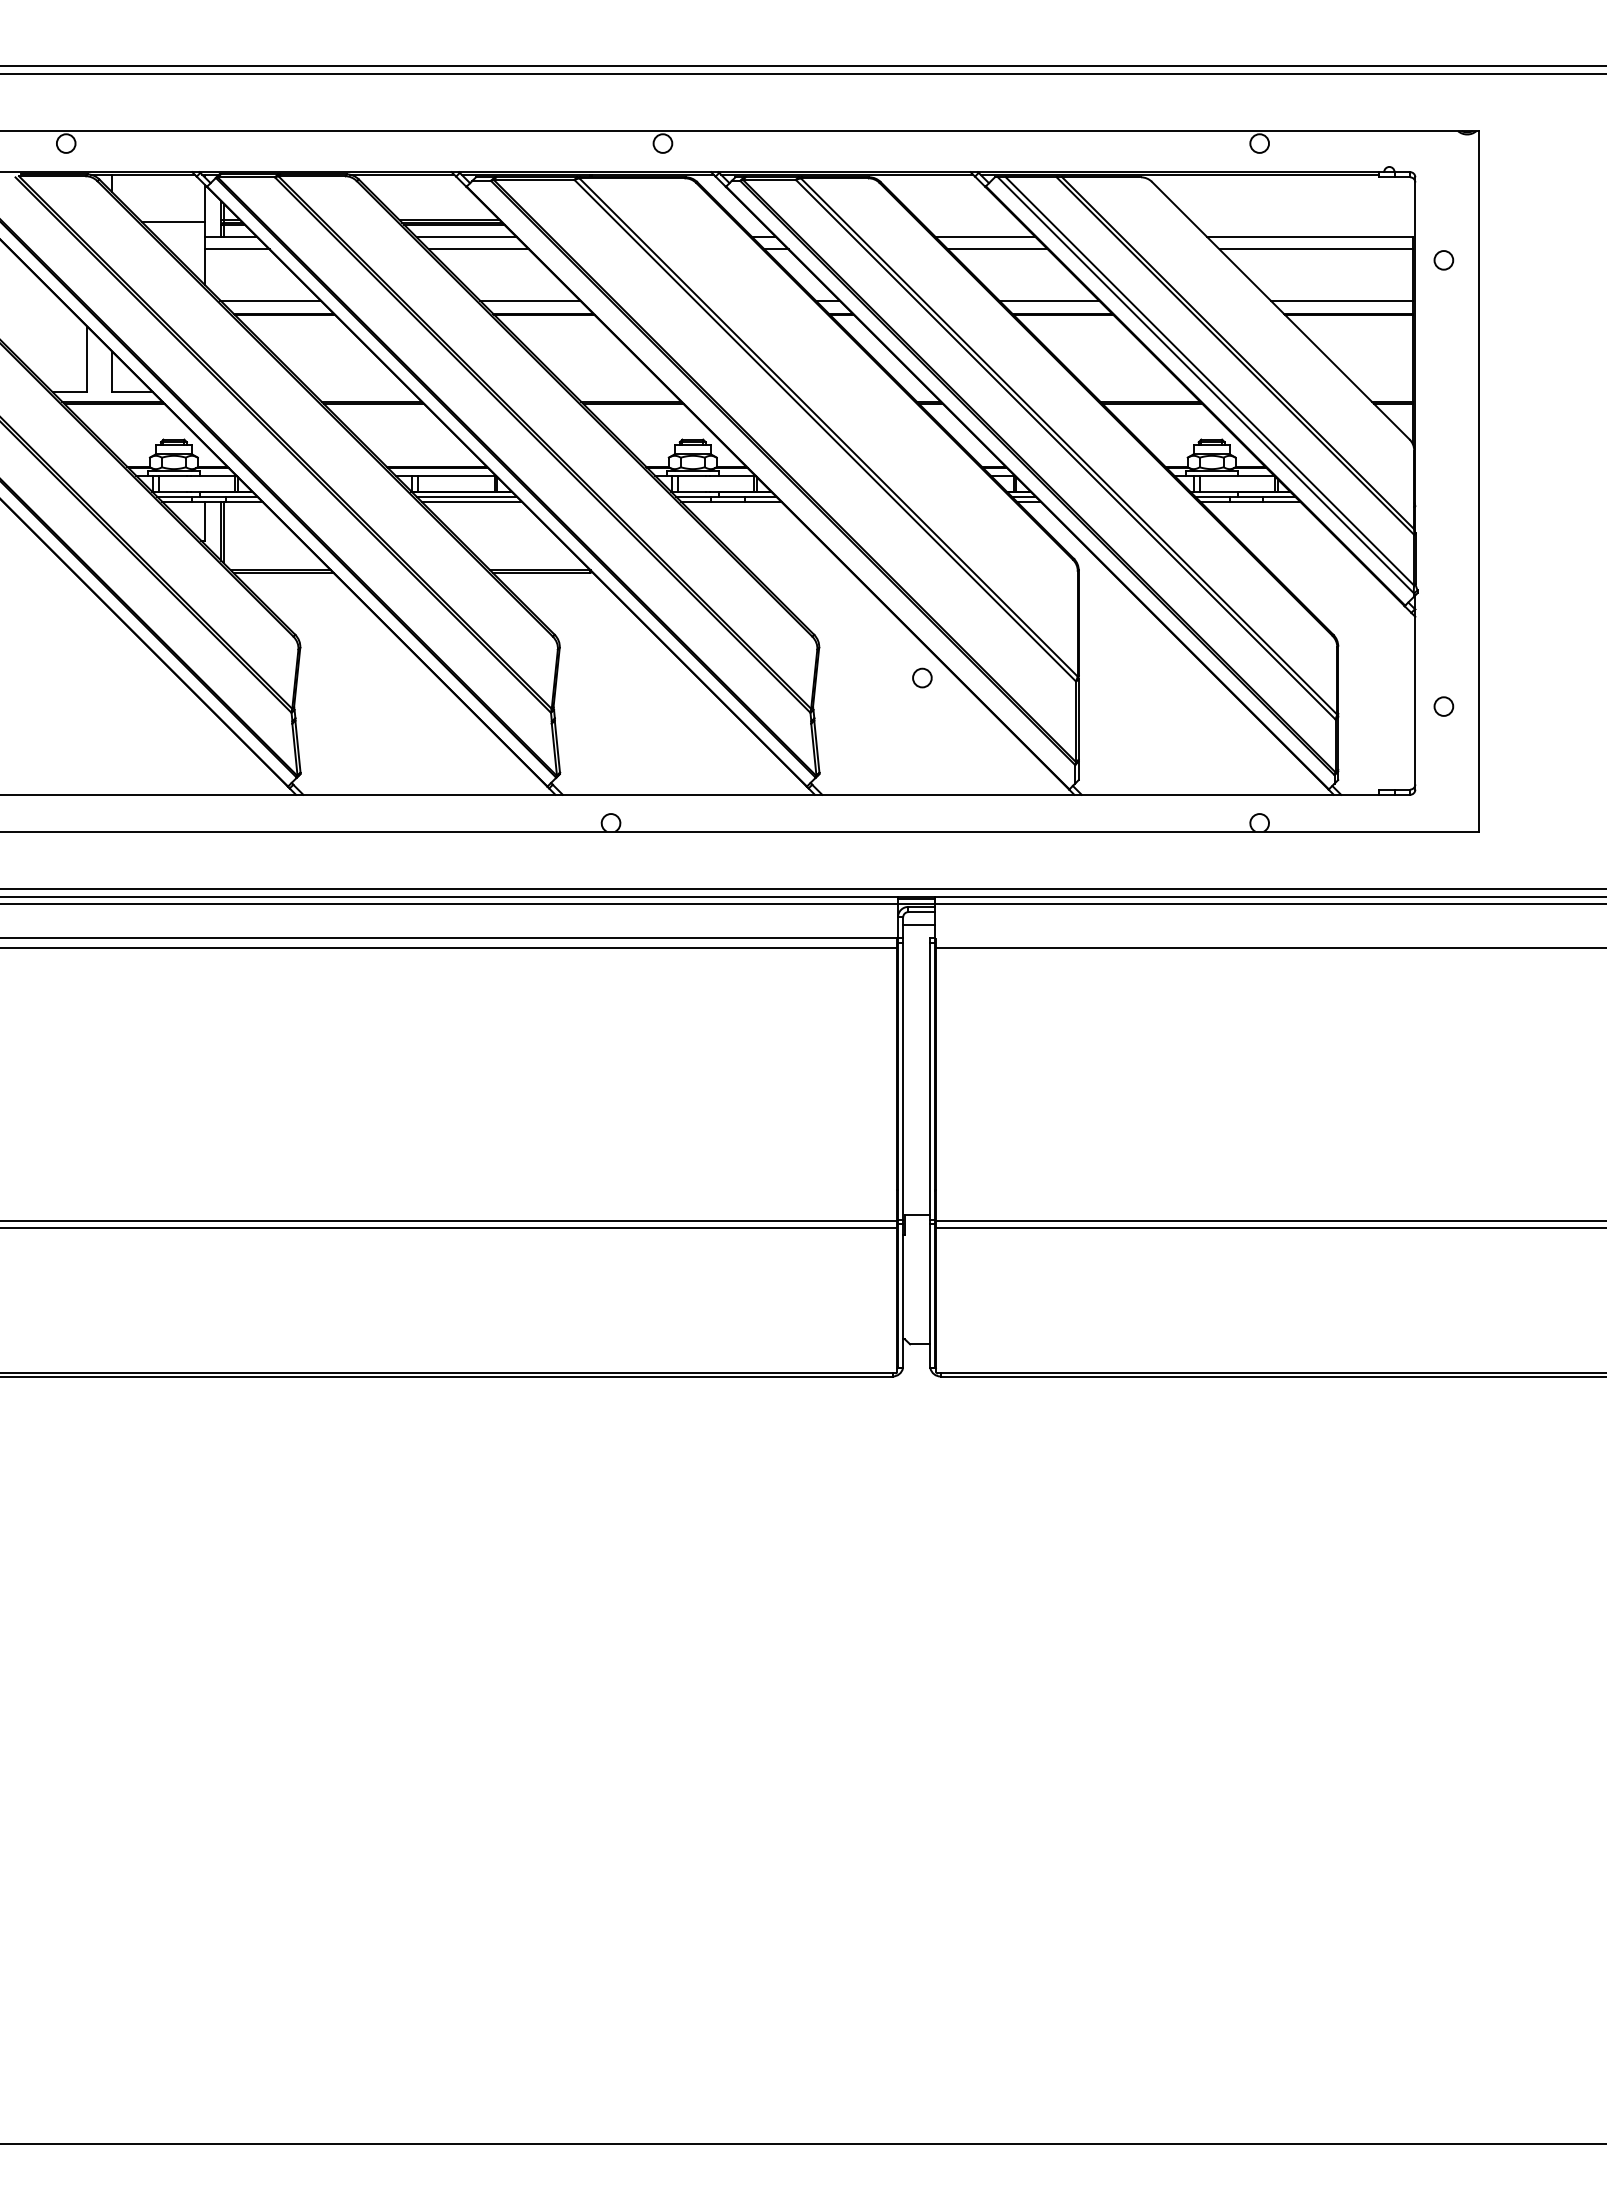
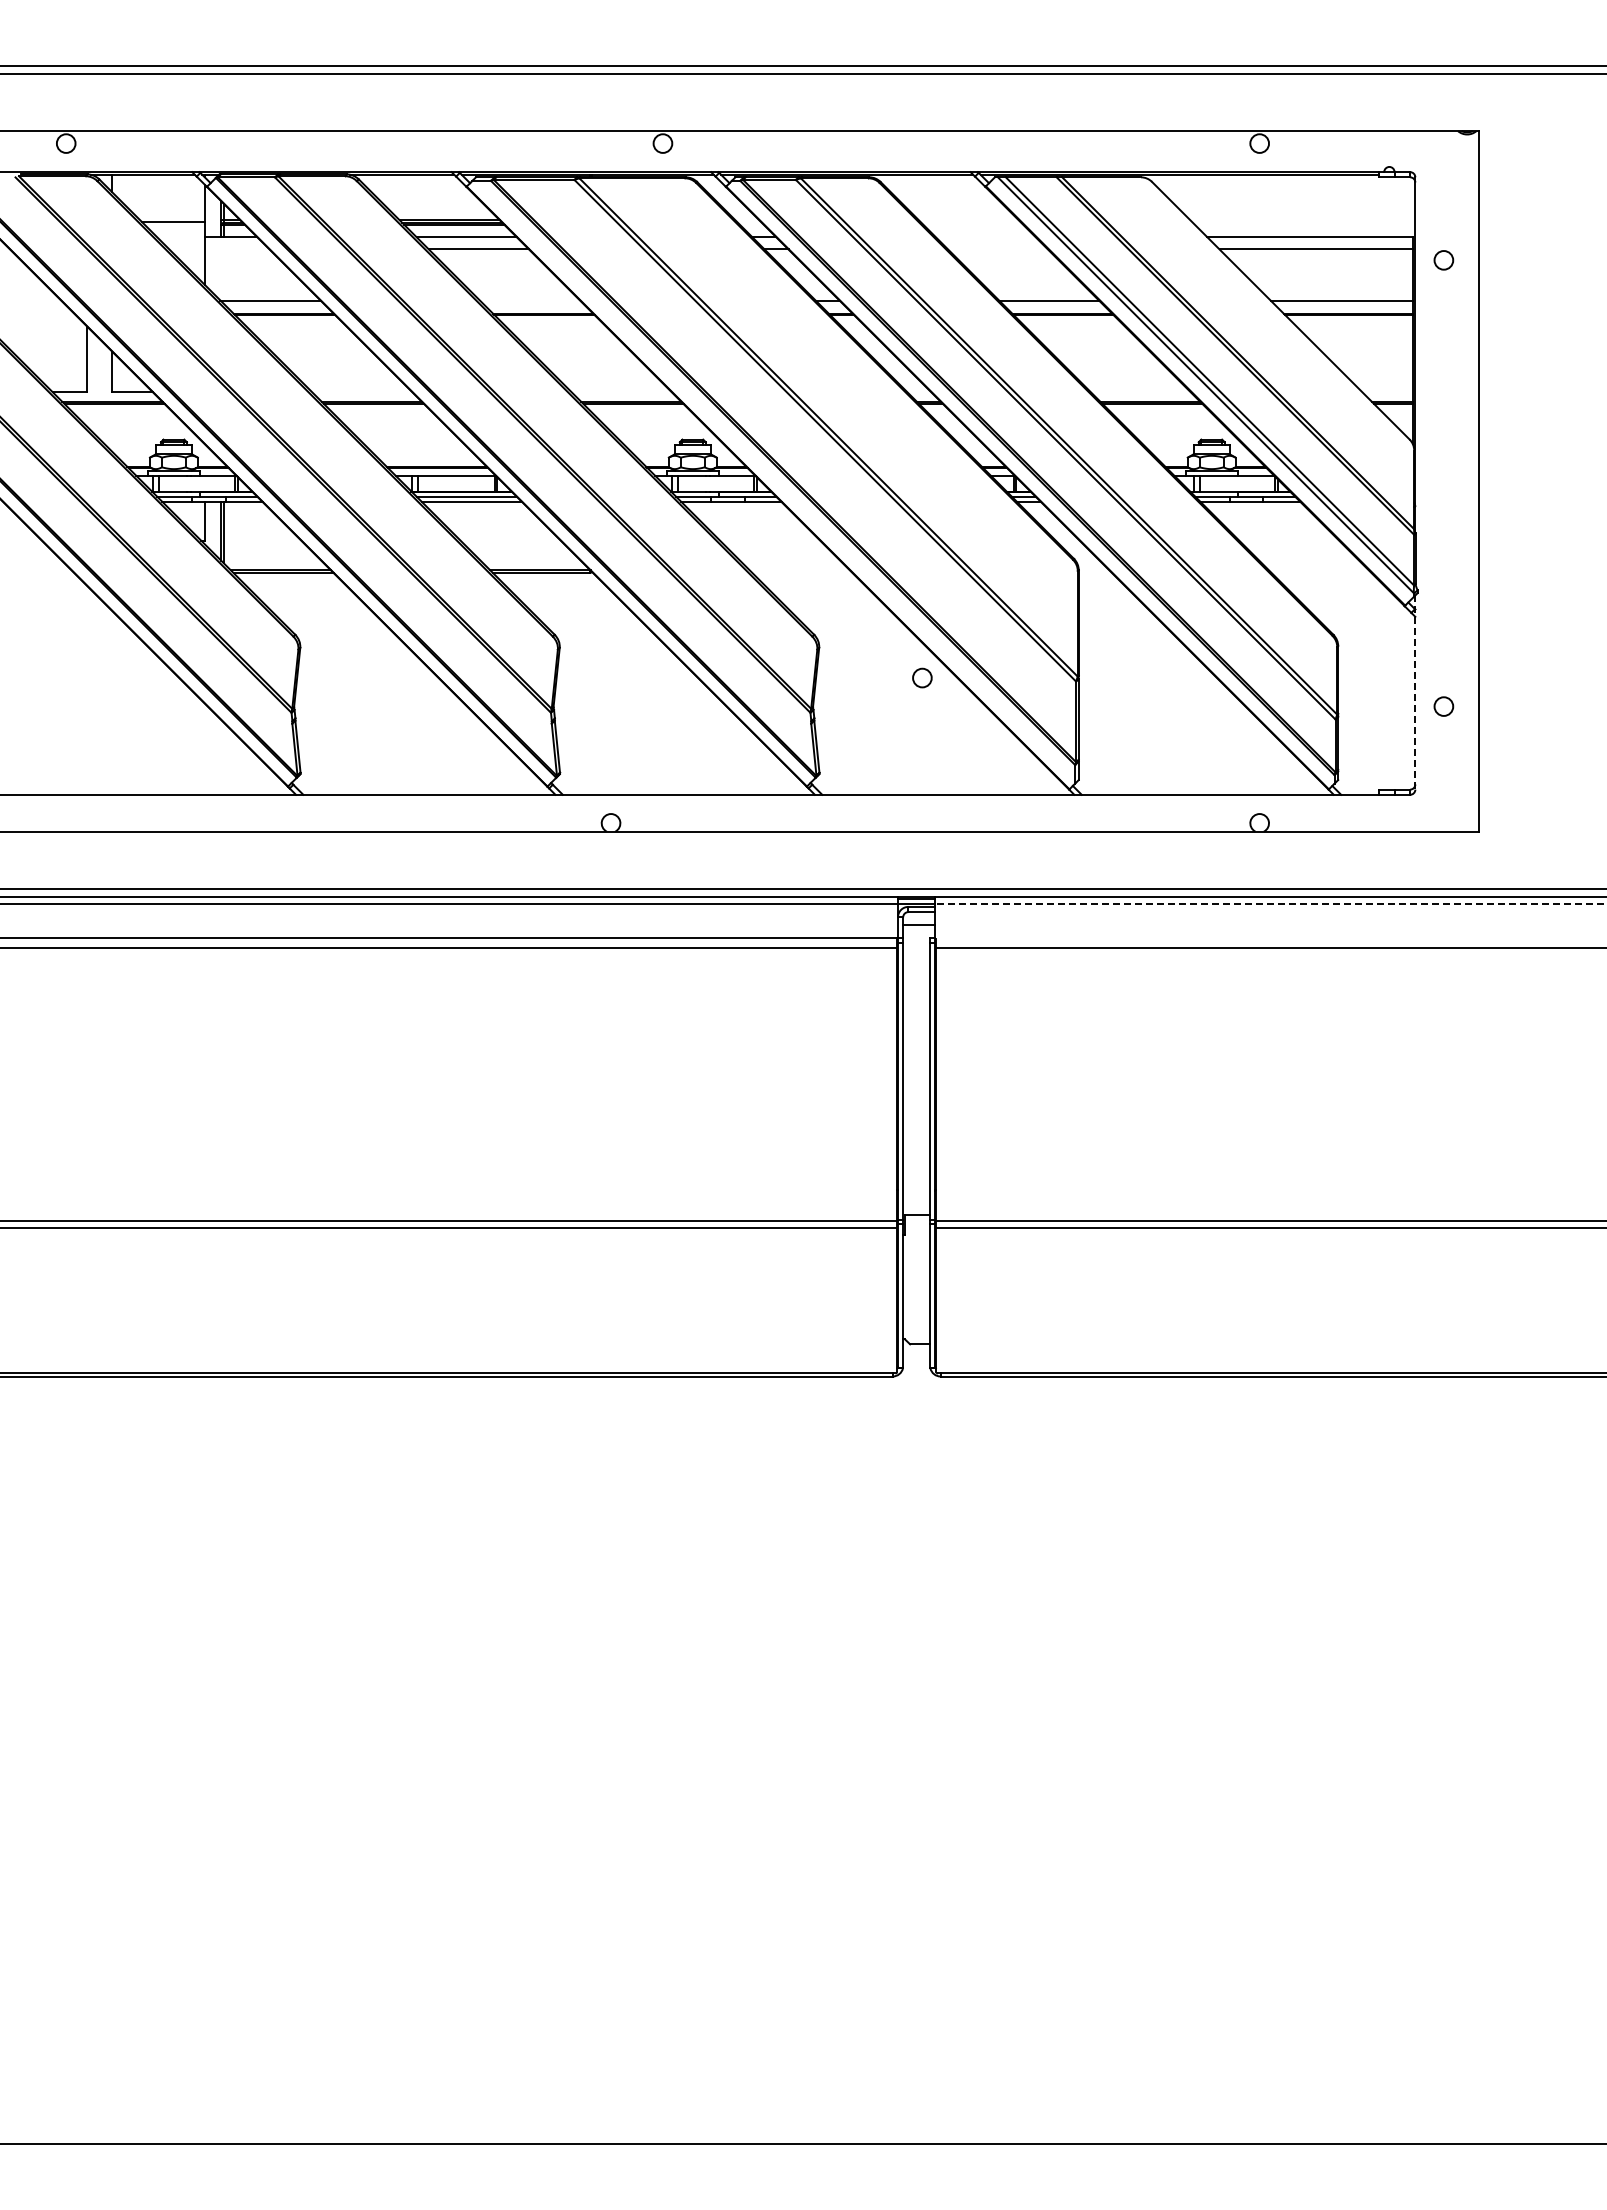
line at (985, 237): present -> none
line at (236, 249): present -> none
line at (997, 249): present -> none
line at (529, 300): present -> none
line at (1415, 693): solid -> dashed
line at (1270, 904): solid -> dashed
